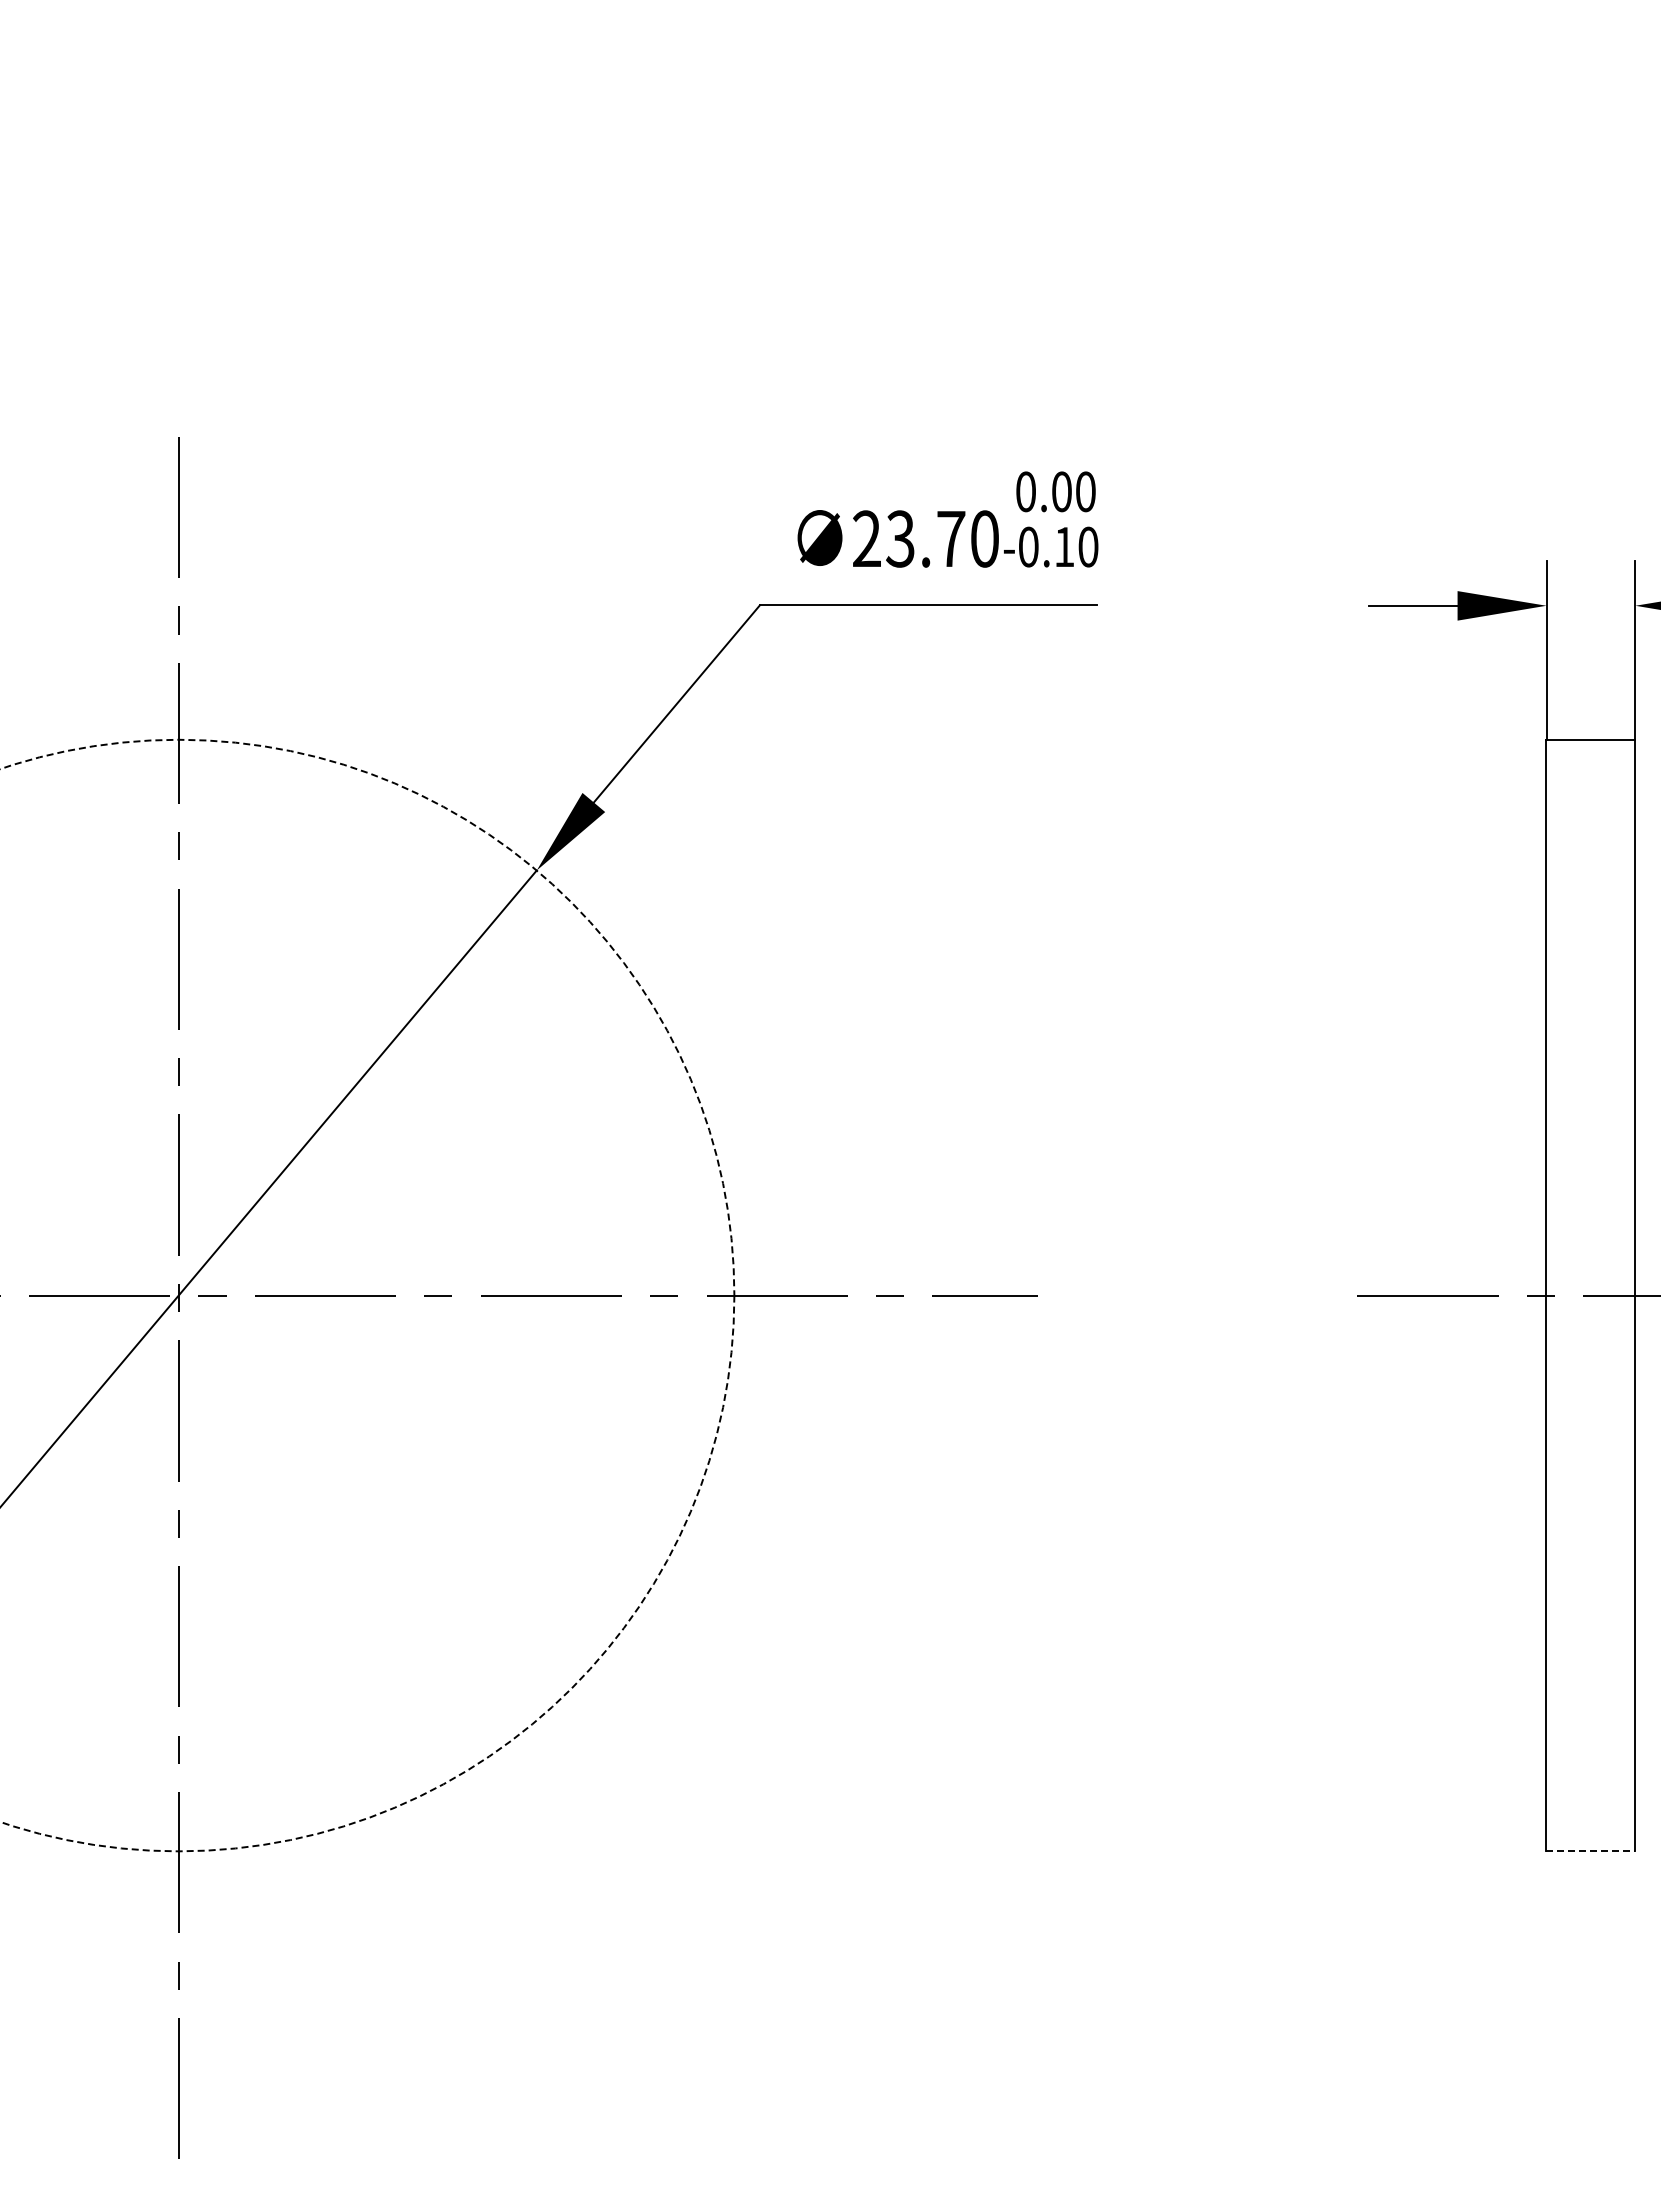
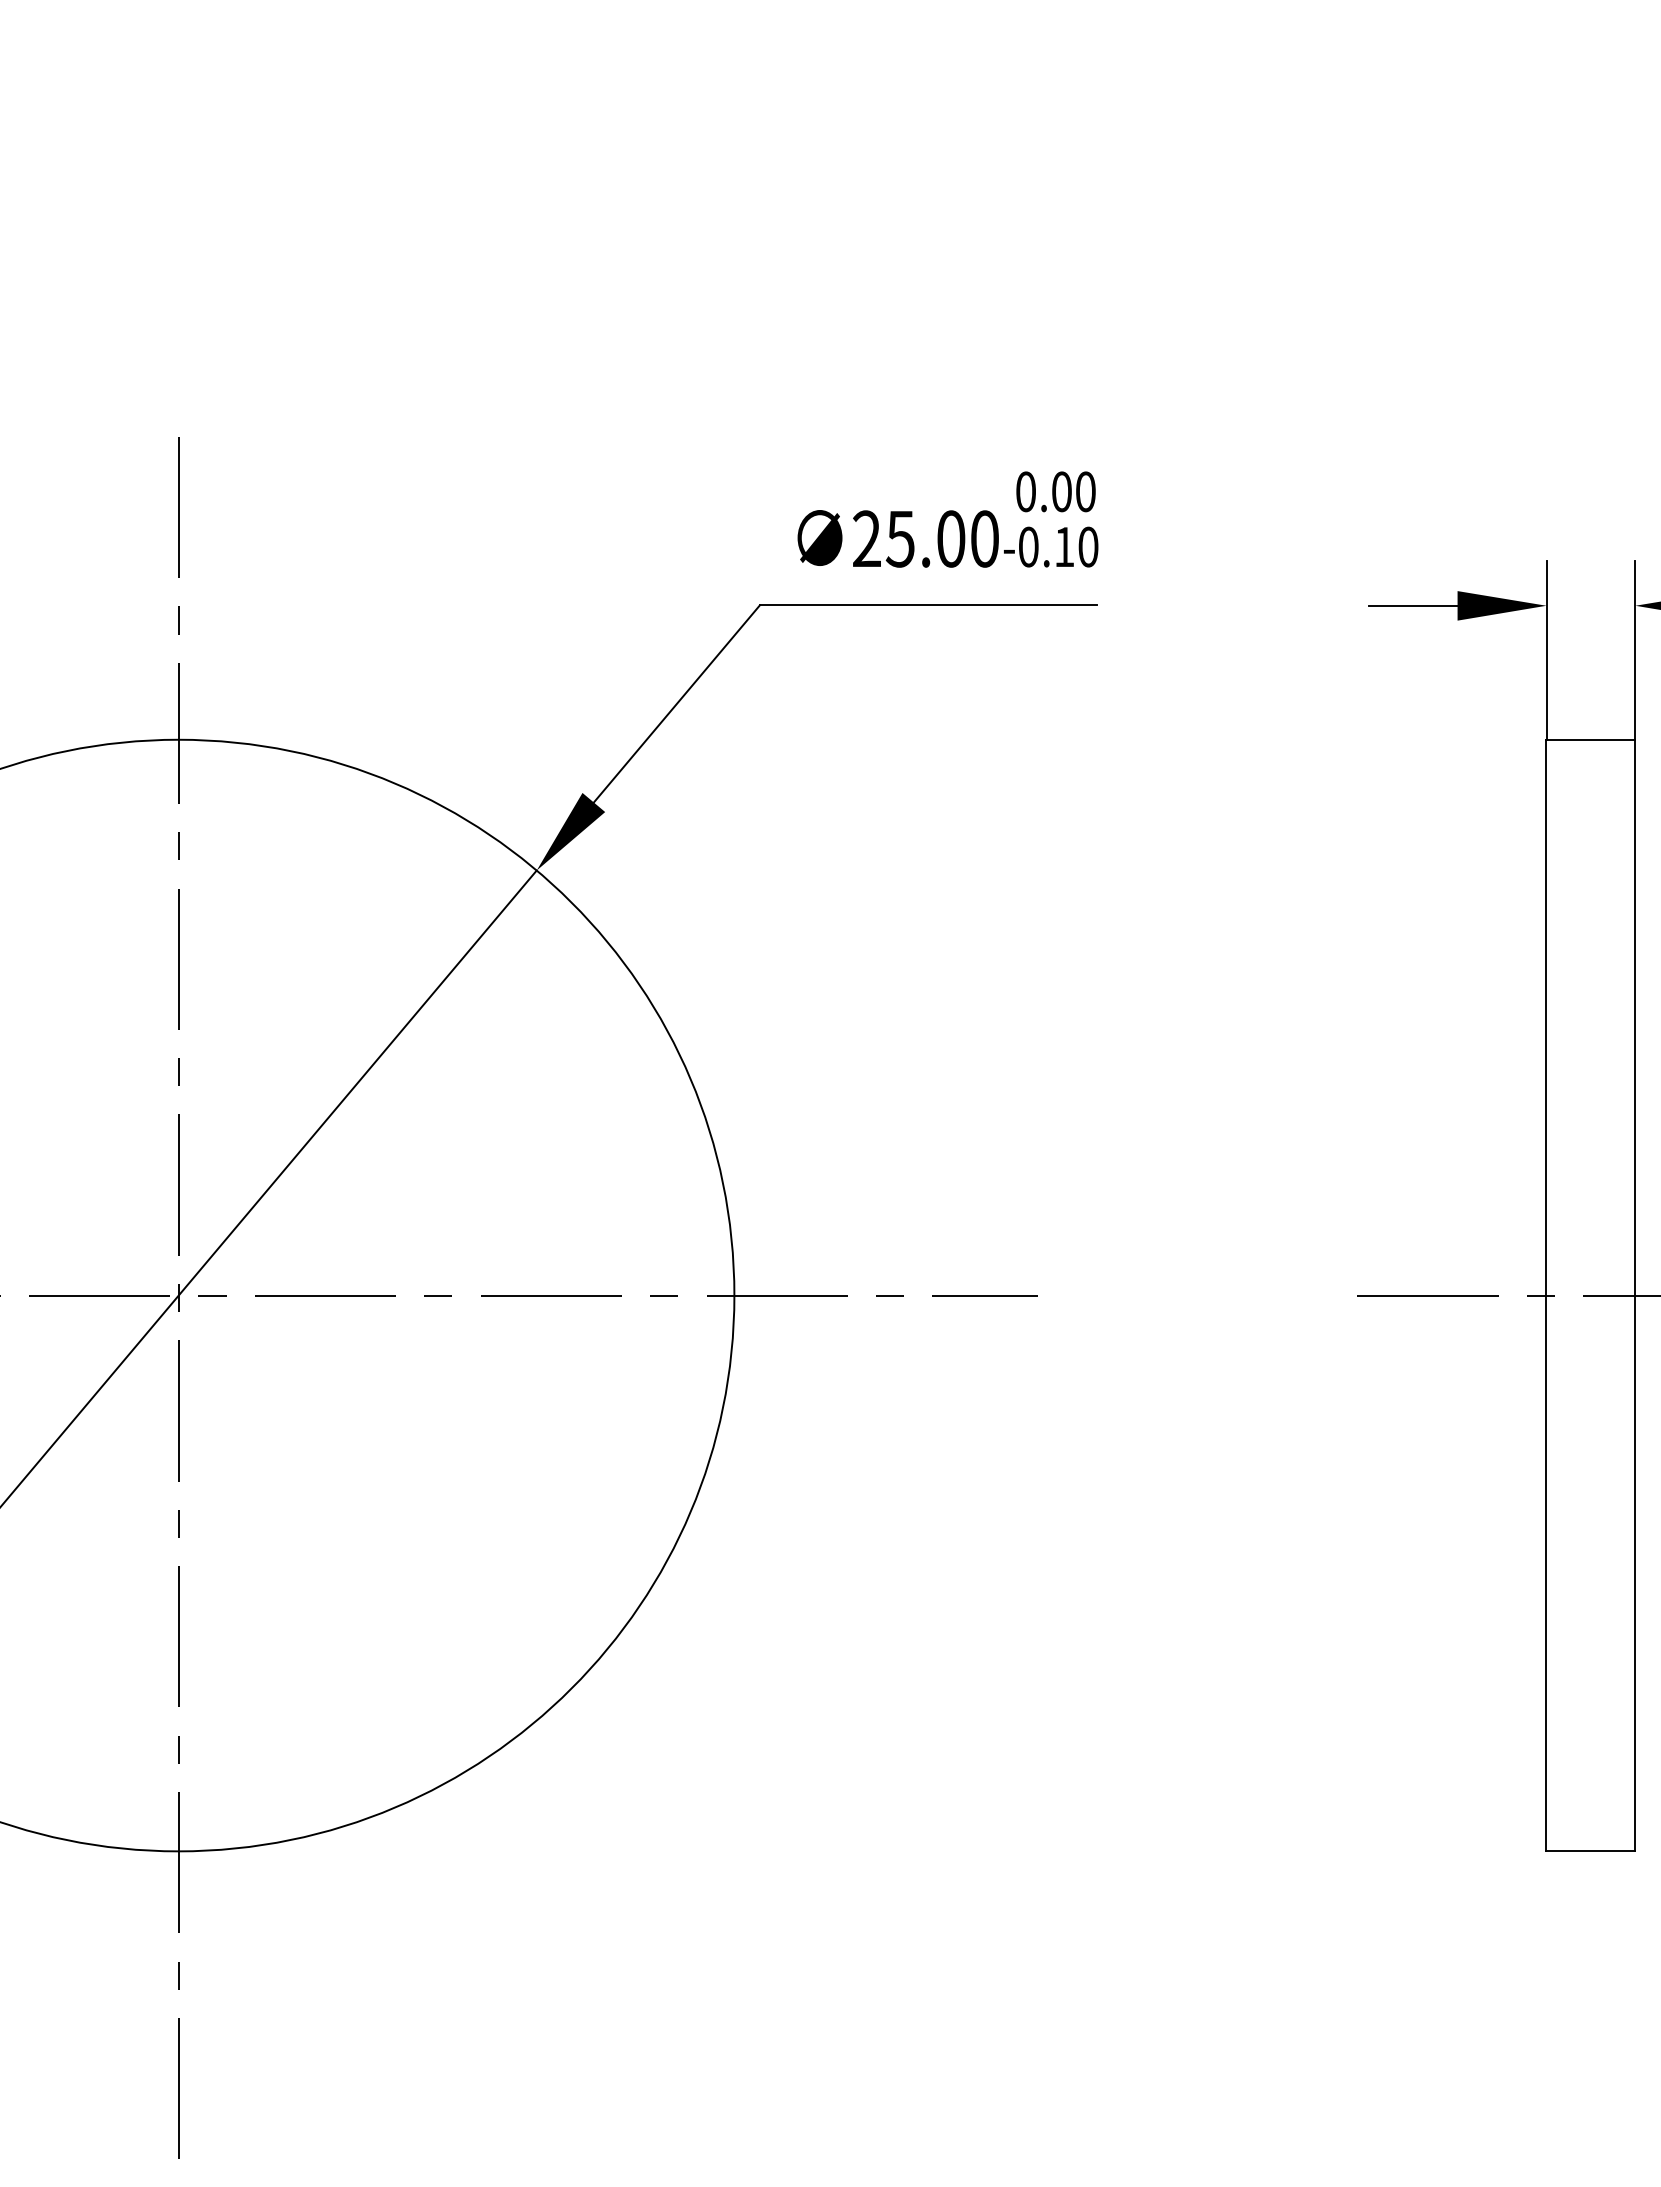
text at (925, 538): 23.70 -> 25.00
circle at (367, 1295): dashed -> solid
line at (1591, 1851): dashed -> solid
